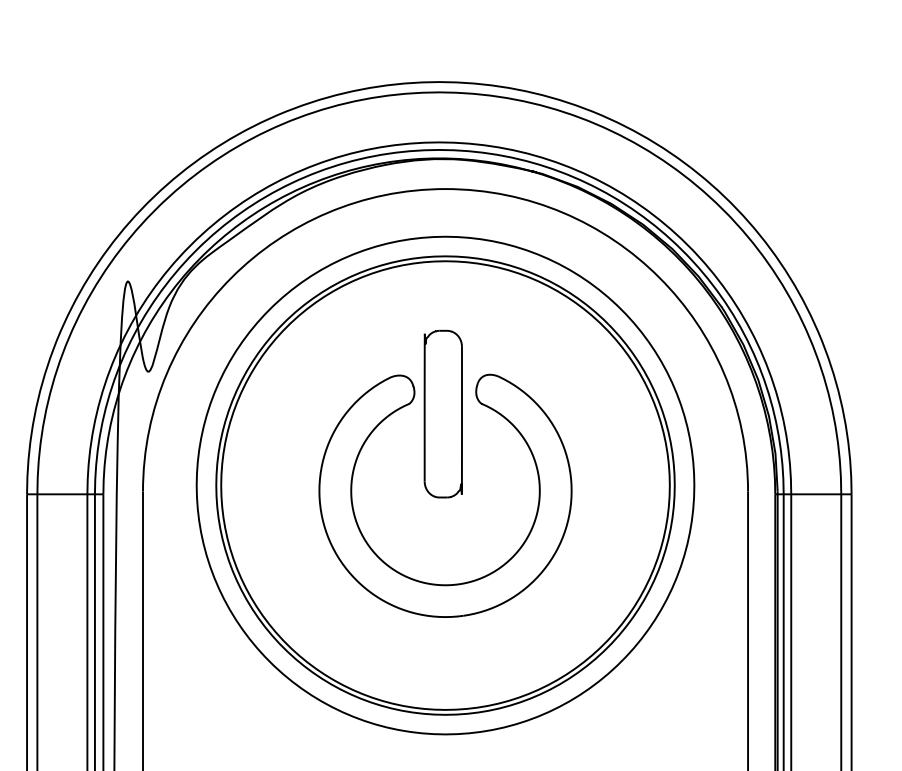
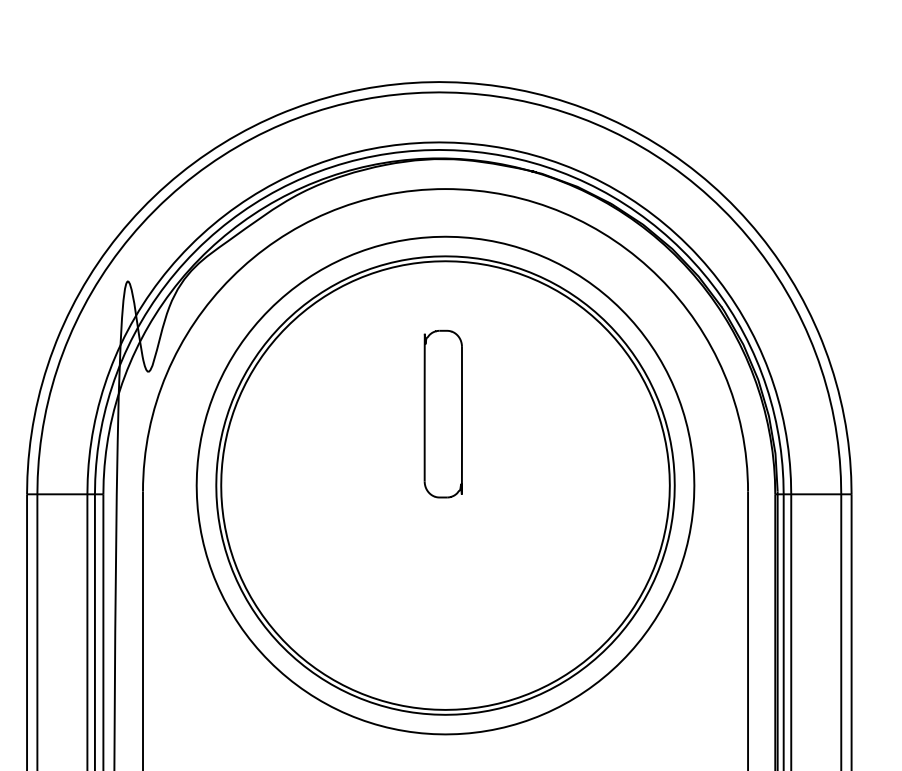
part at (436, 583): present -> none
